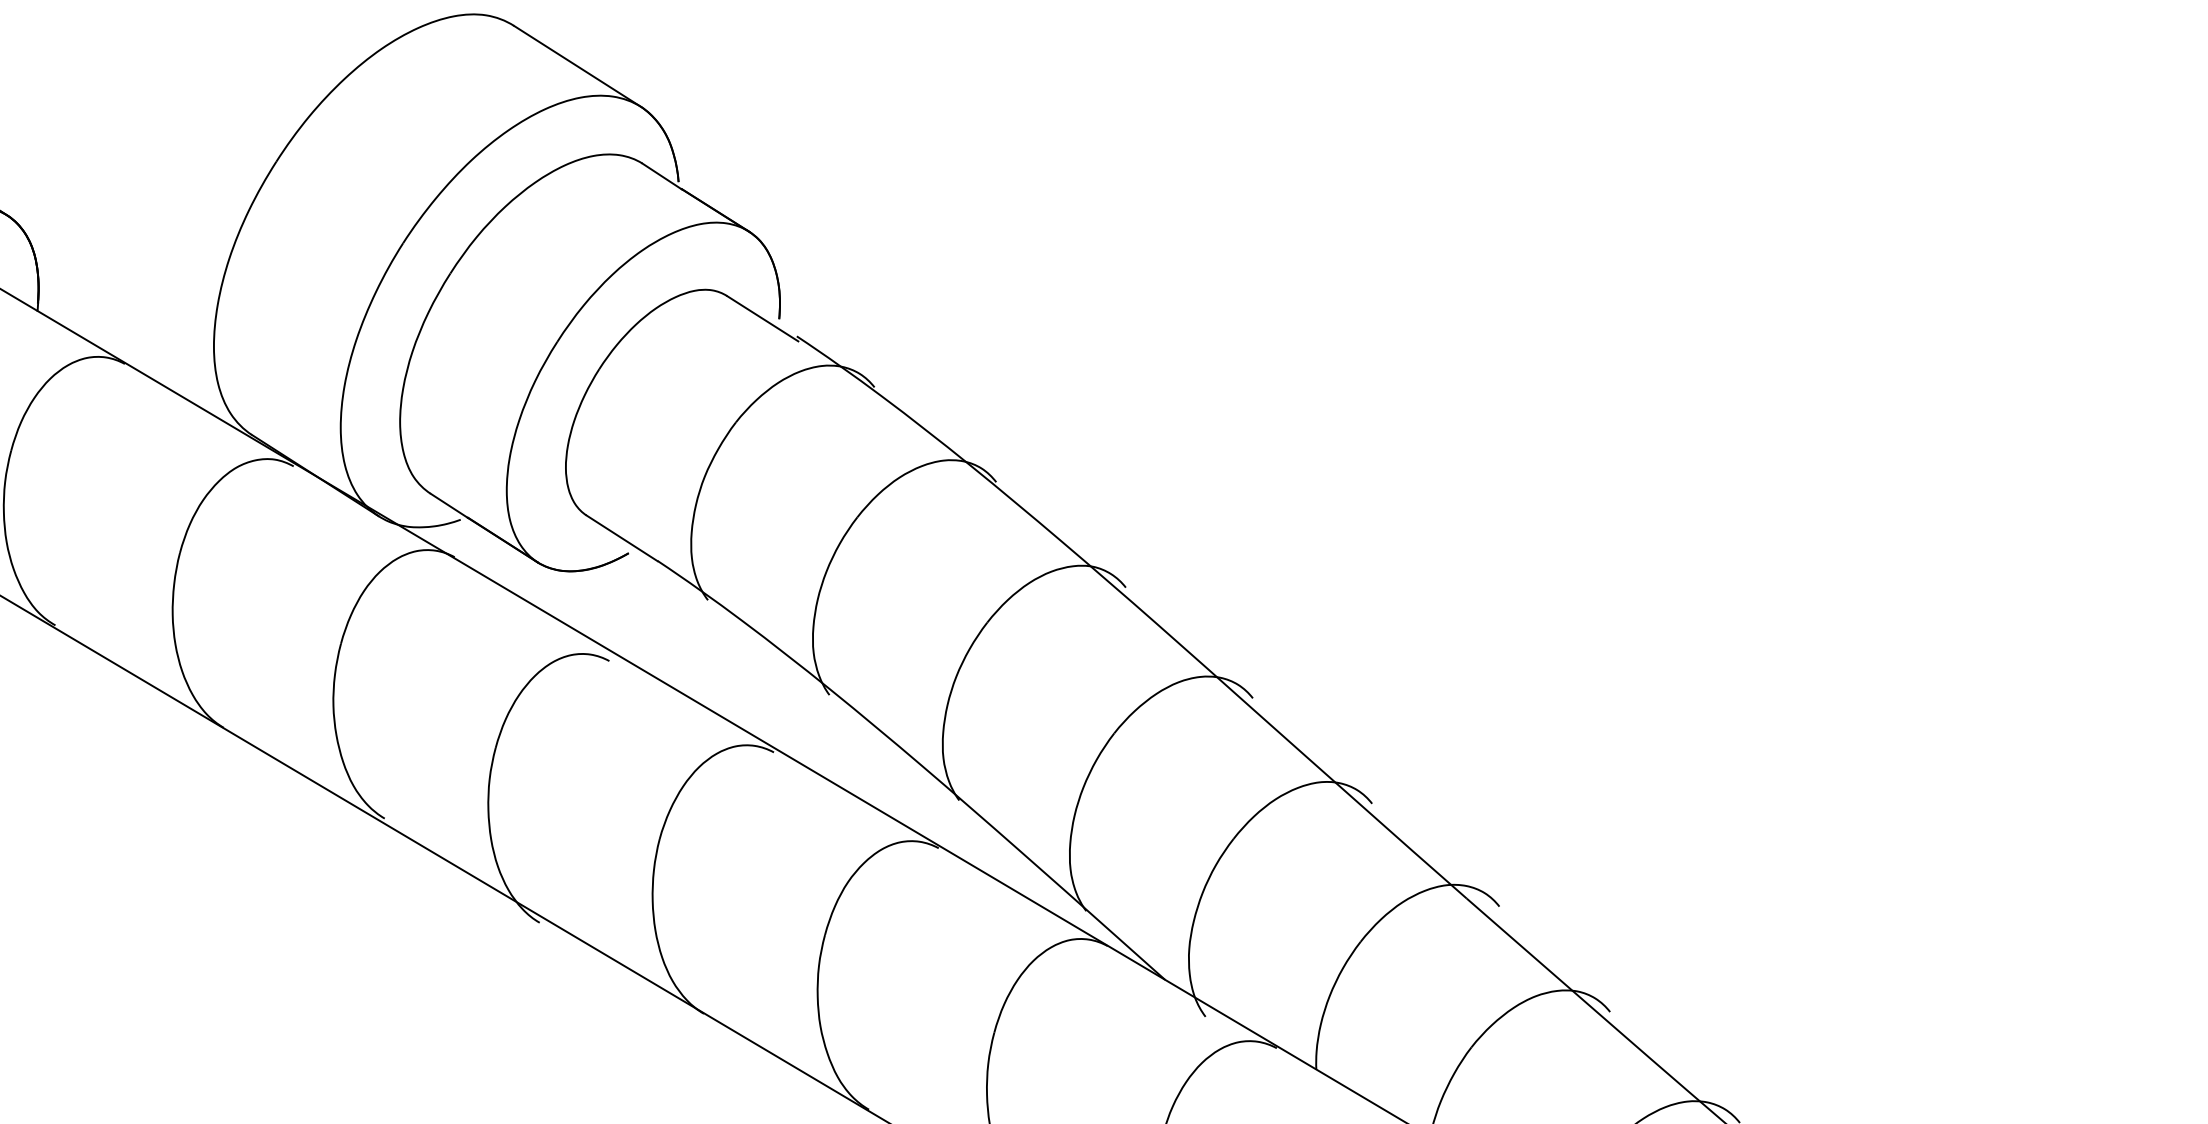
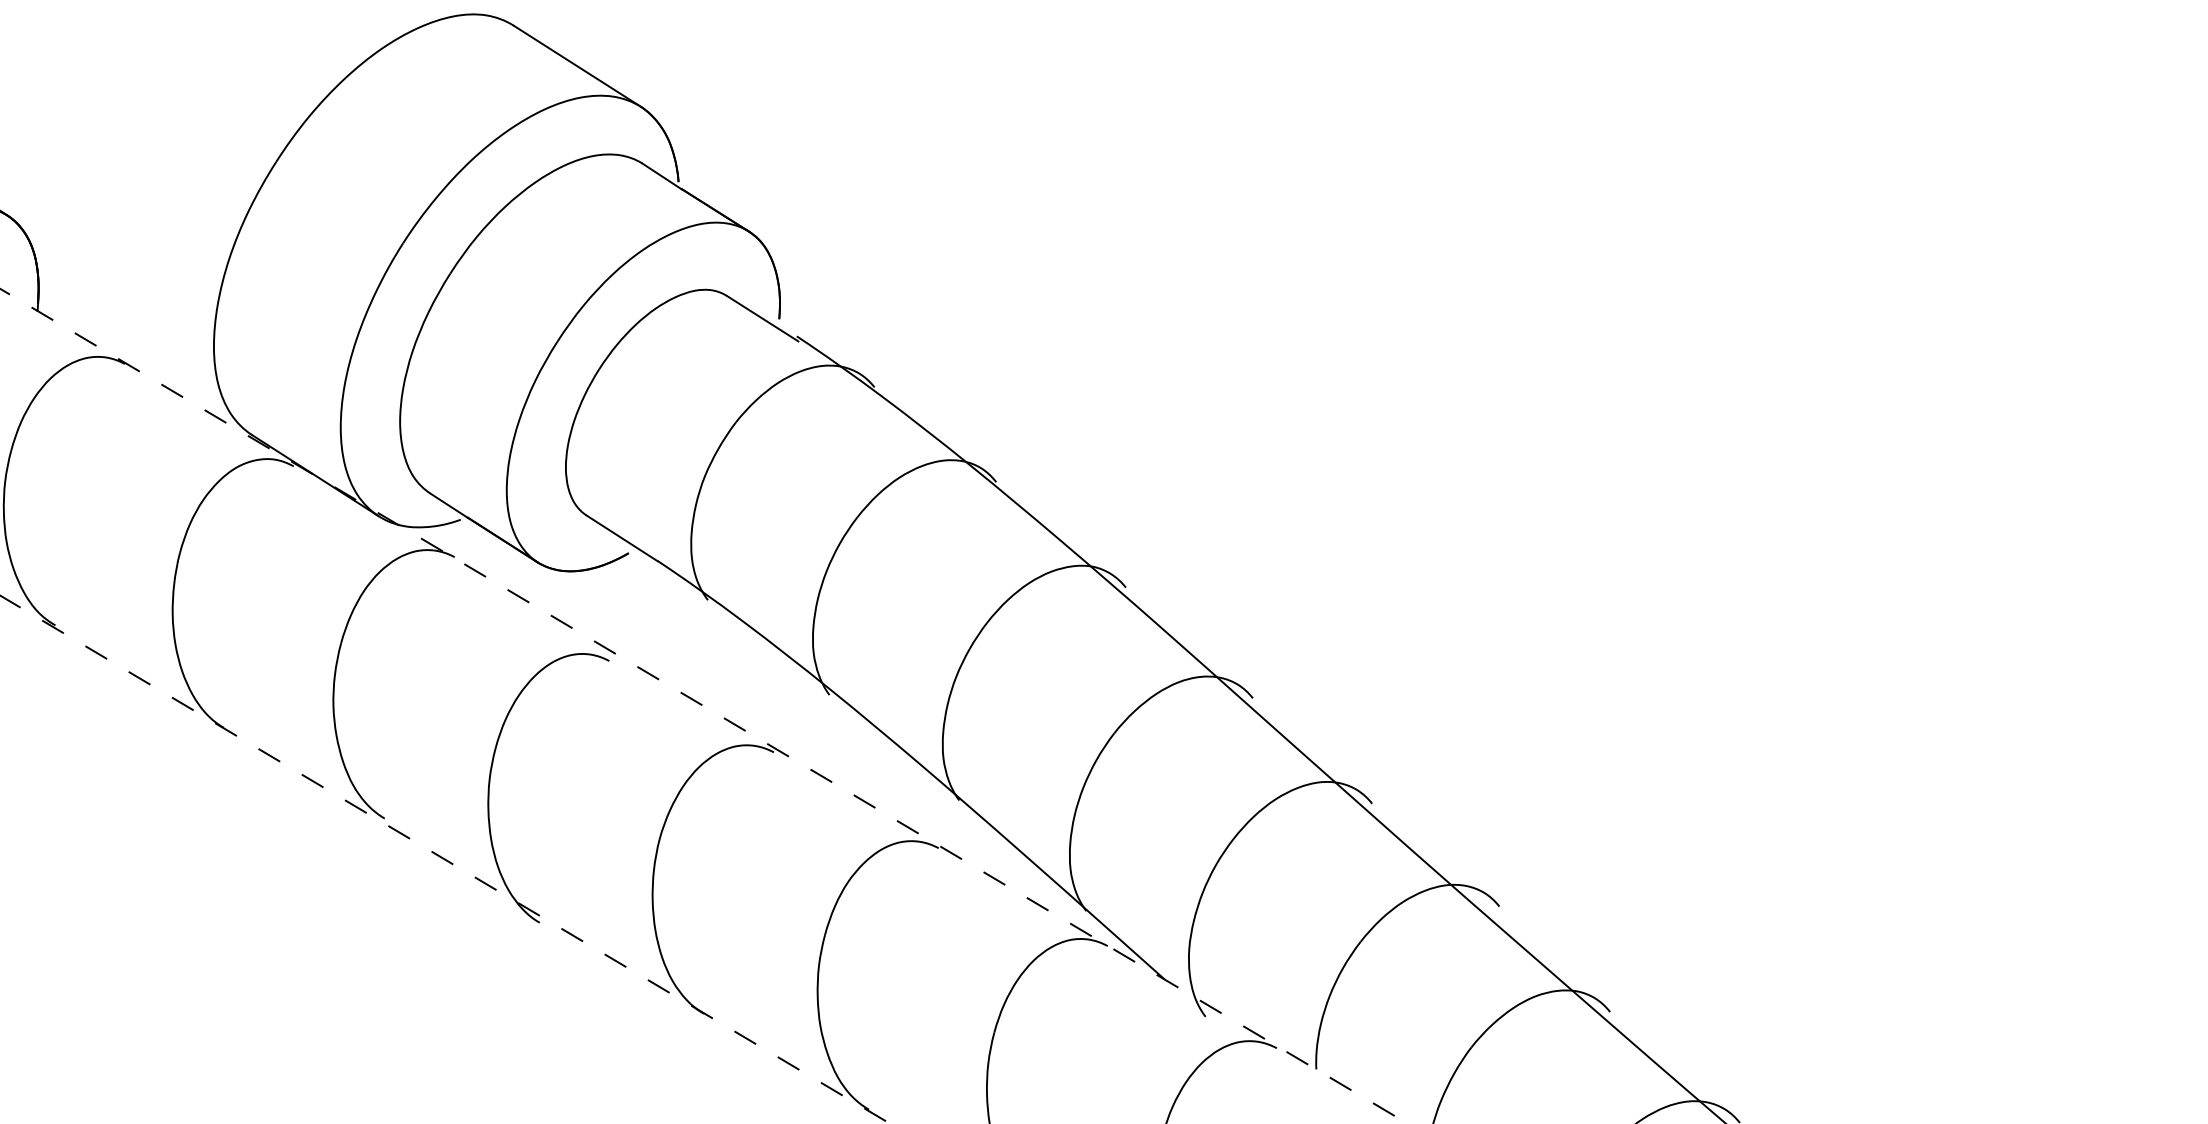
line at (704, 706): solid -> dashed
line at (445, 859): solid -> dashed
